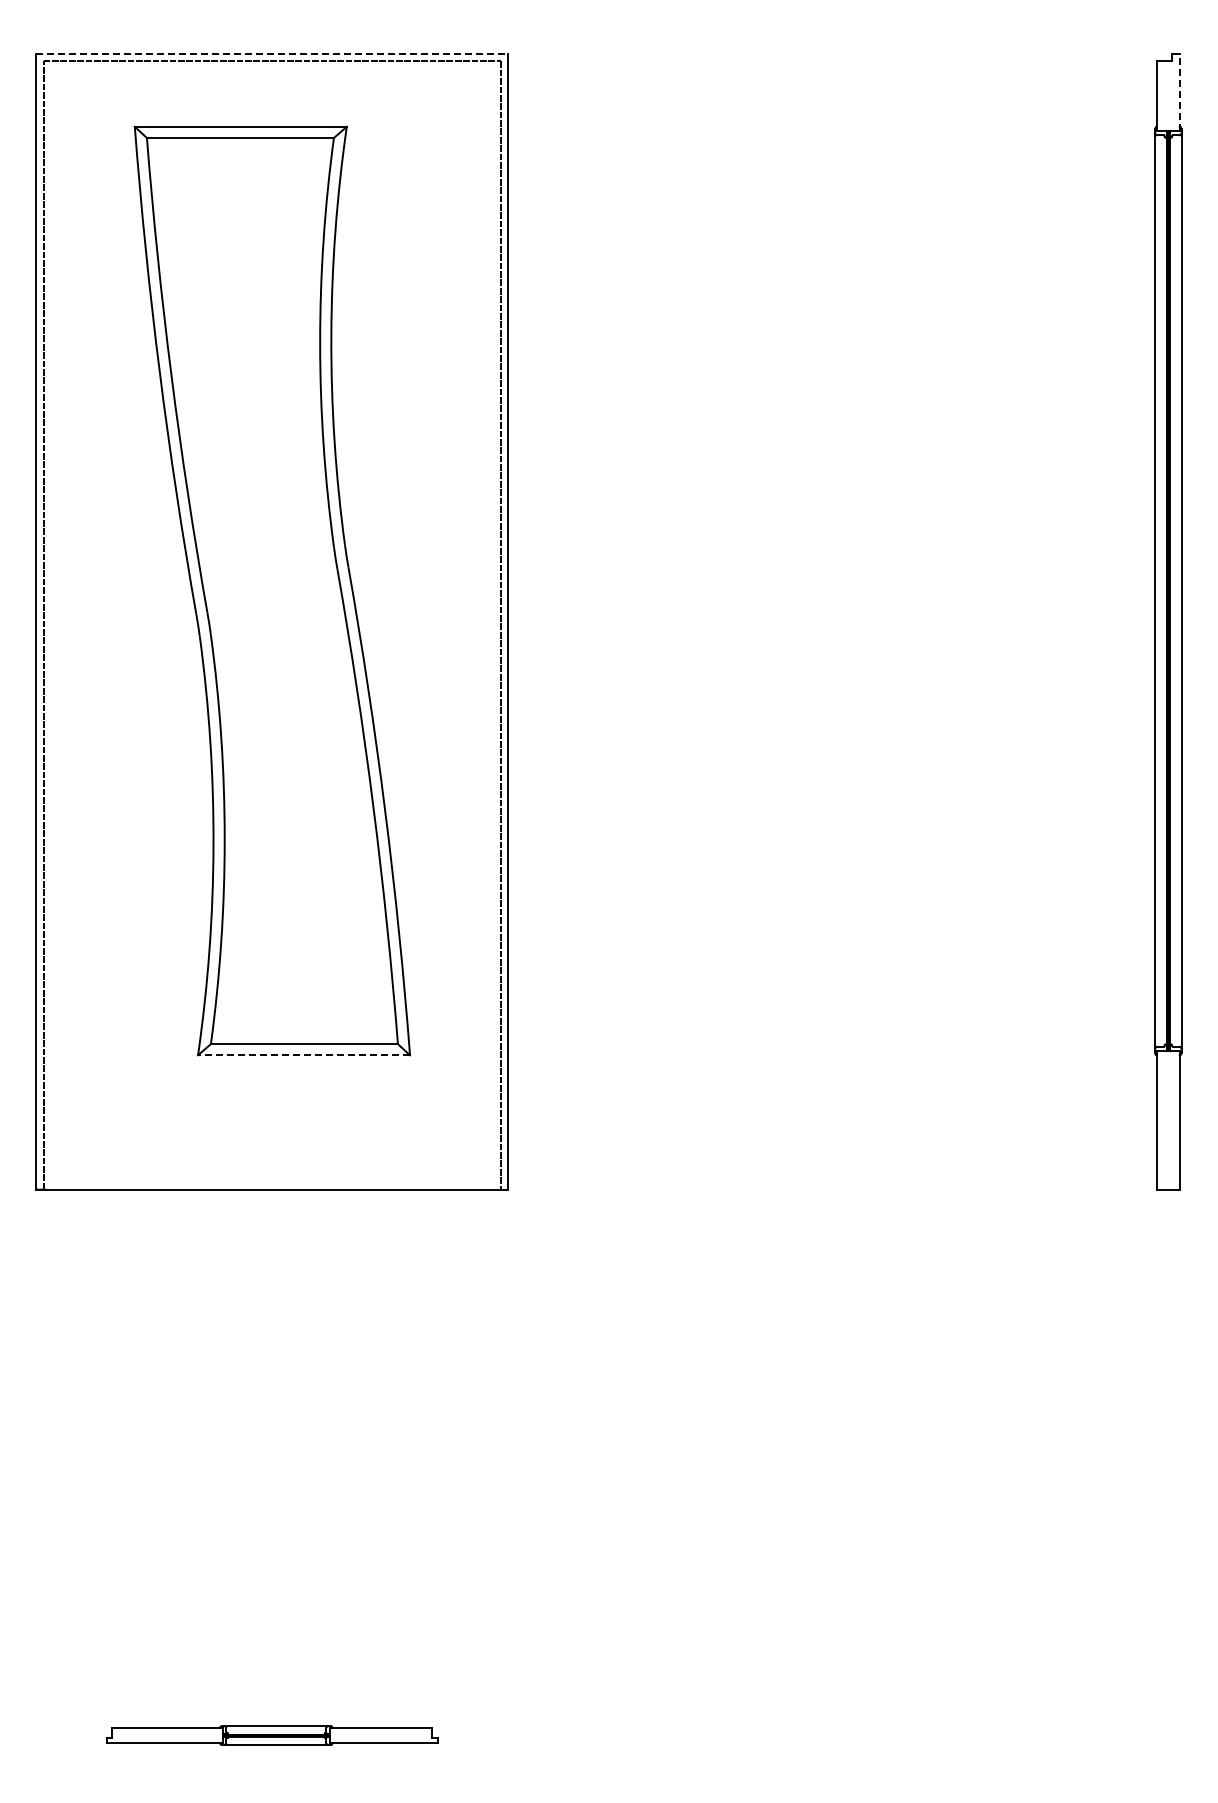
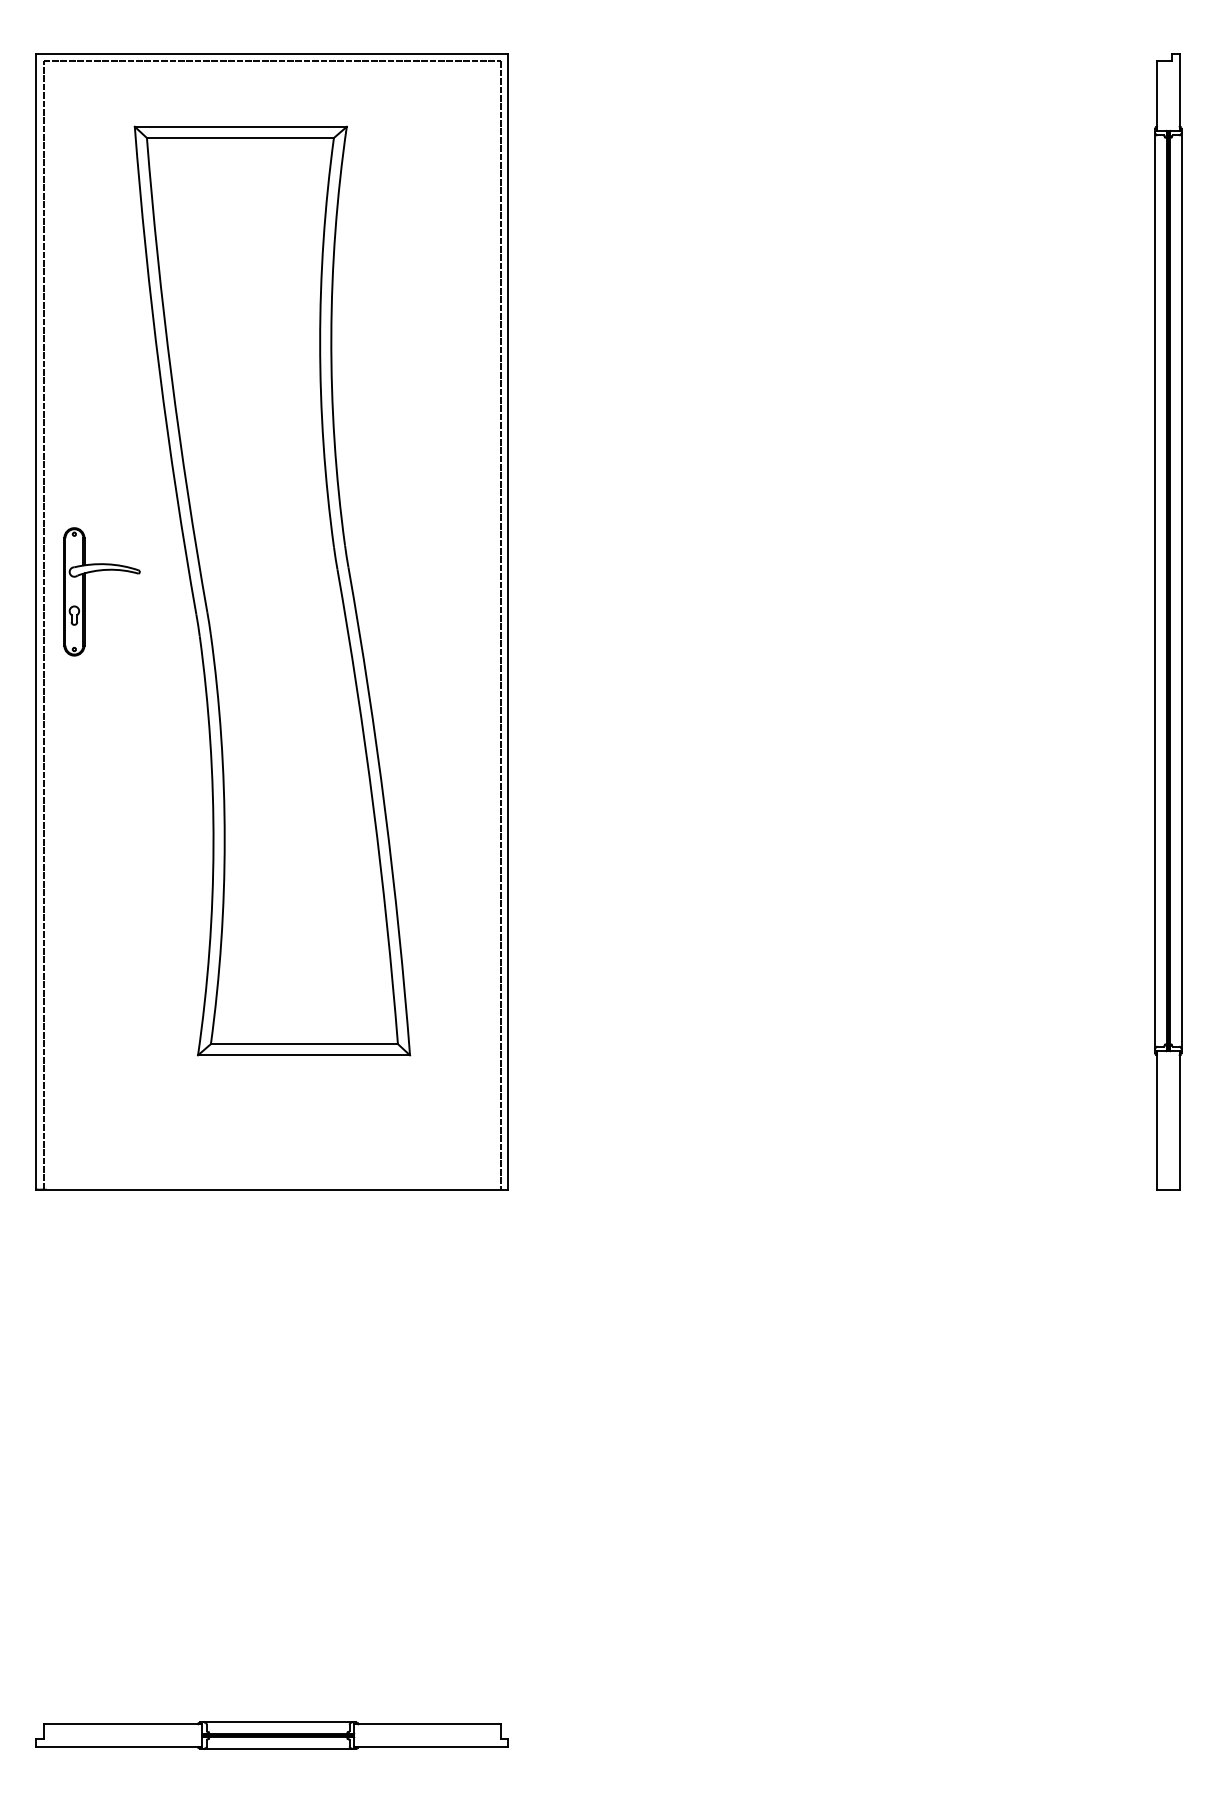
line at (272, 54): dashed -> solid
line at (1179, 91): dashed -> solid
part at (85, 591): none -> present
line at (304, 1055): dashed -> solid
part at (272, 1735) size: 333x21 px -> 474x29 px
